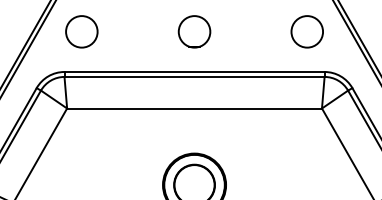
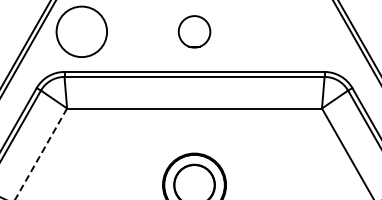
circle at (81, 31) diameter: 32 px -> 50 px
circle at (306, 31): present -> none
line at (40, 154): solid -> dashed
